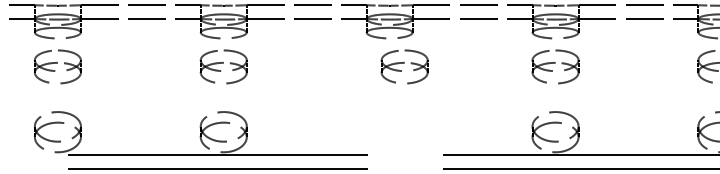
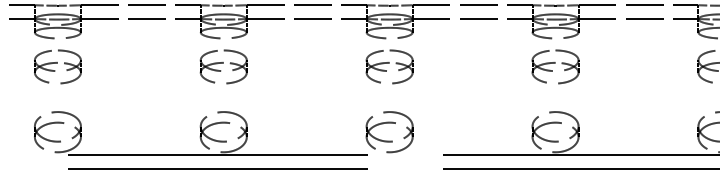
part at (404, 66) position: (404, 66) -> (389, 66)
part at (389, 140): none -> present
